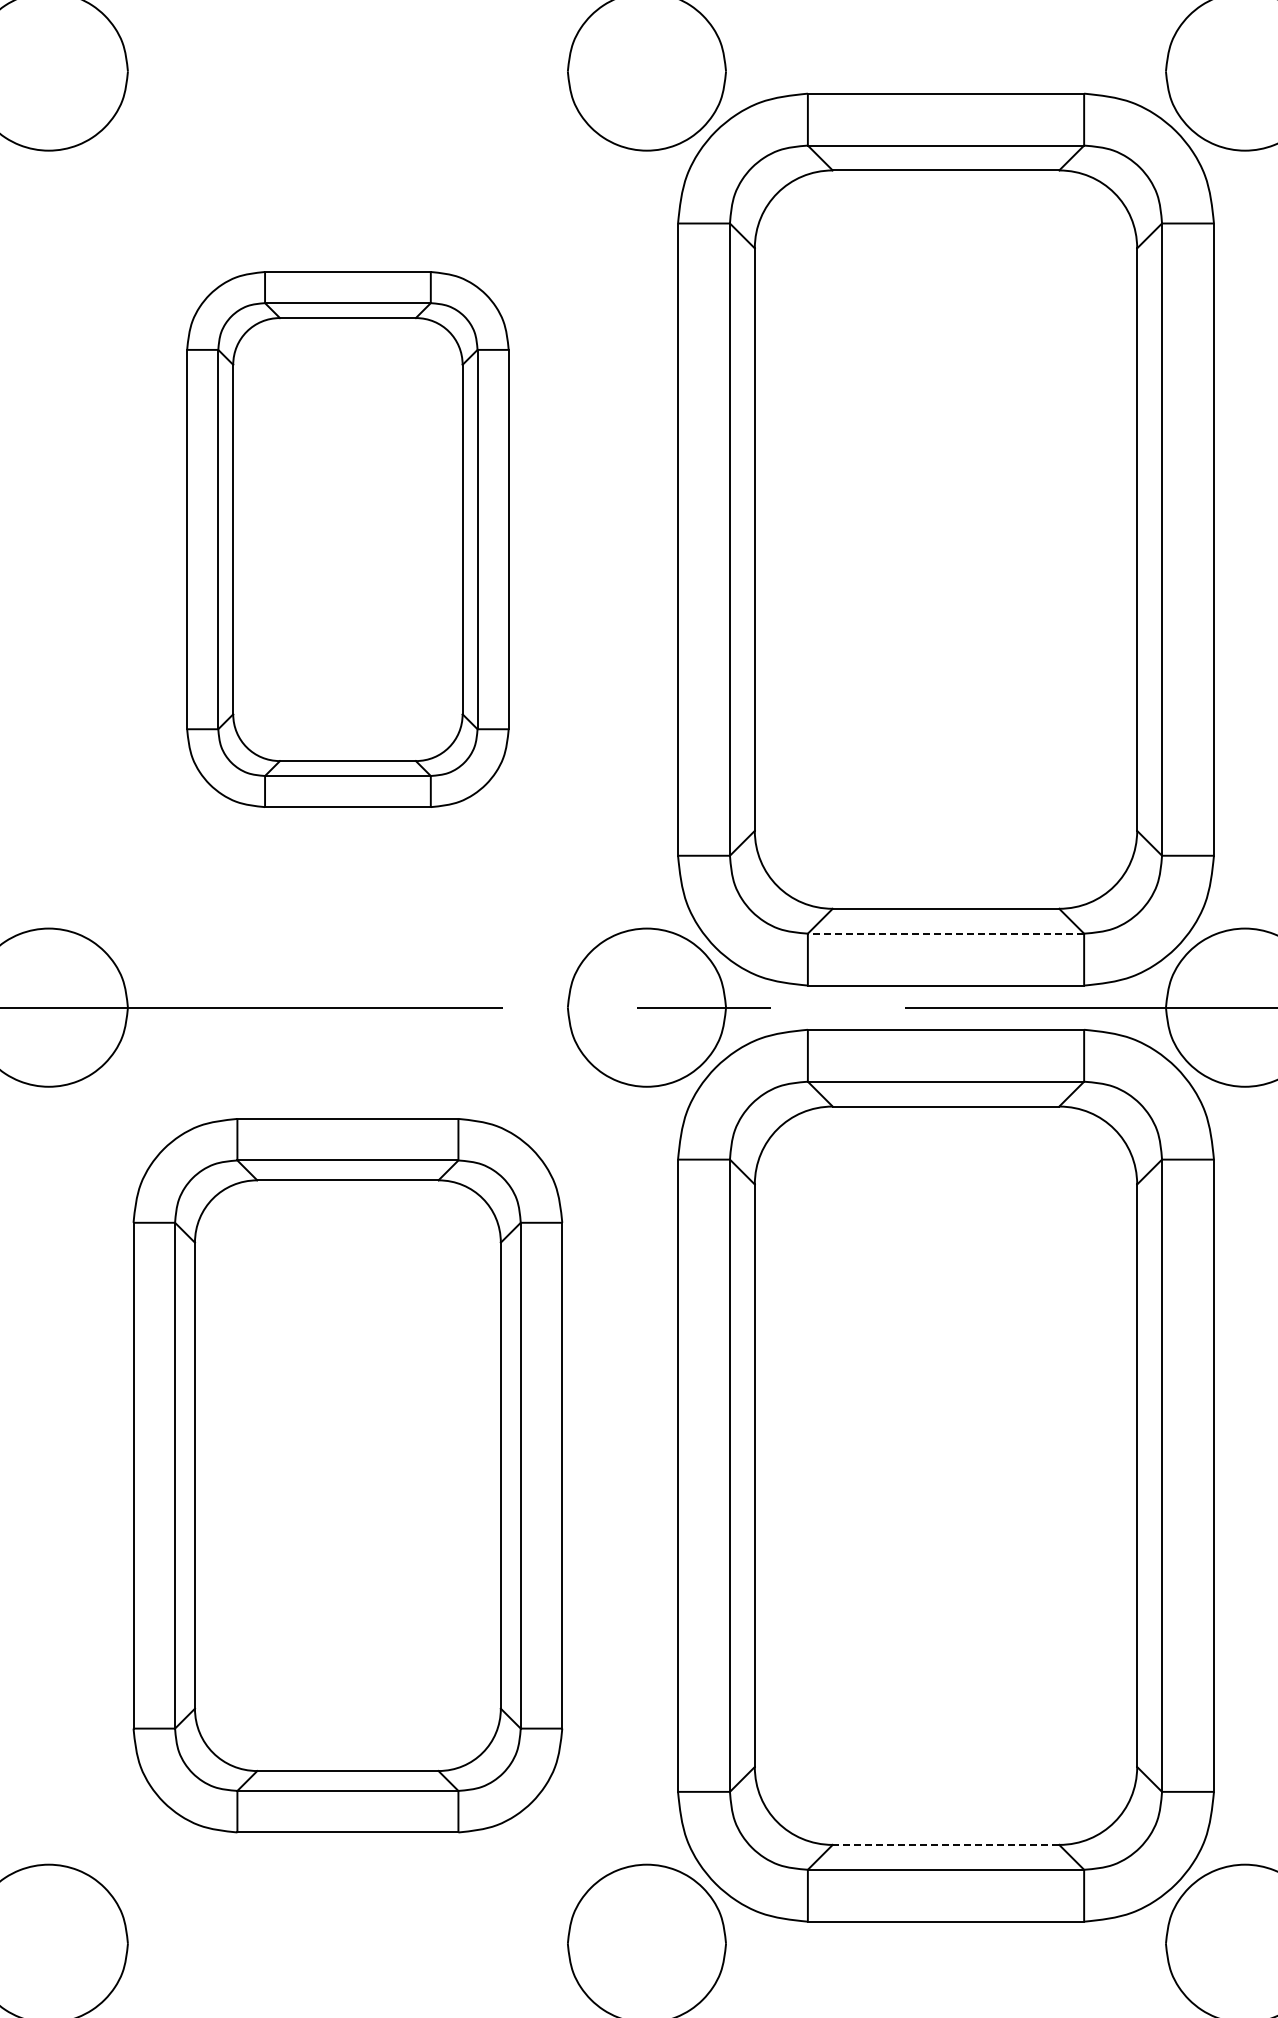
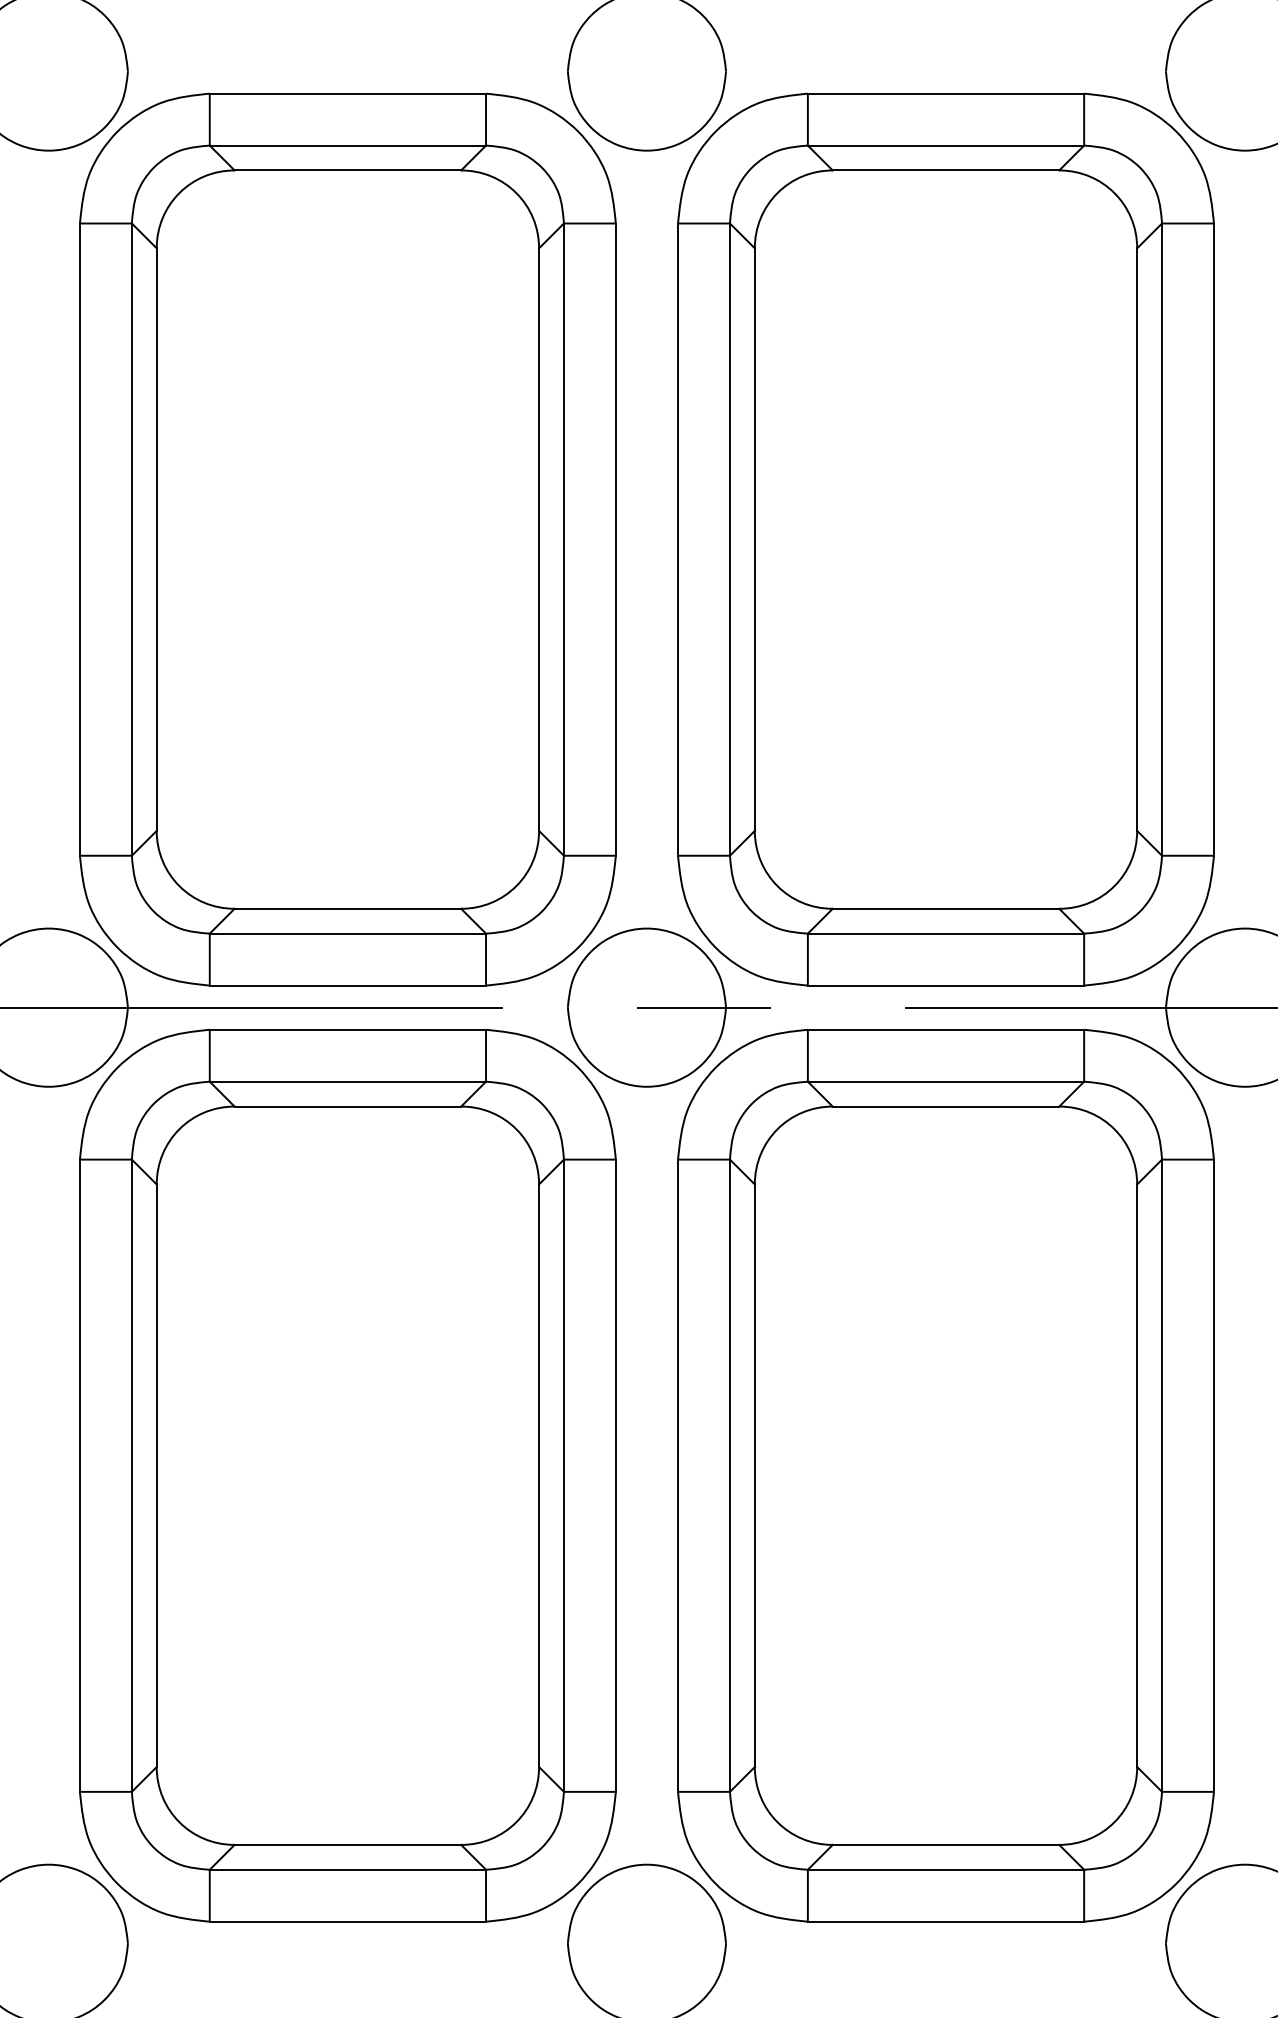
part at (347, 539) size: 324x537 px -> 538x895 px
line at (945, 933): dashed -> solid
part at (347, 1475) size: 432x716 px -> 538x895 px
line at (945, 1844): dashed -> solid
